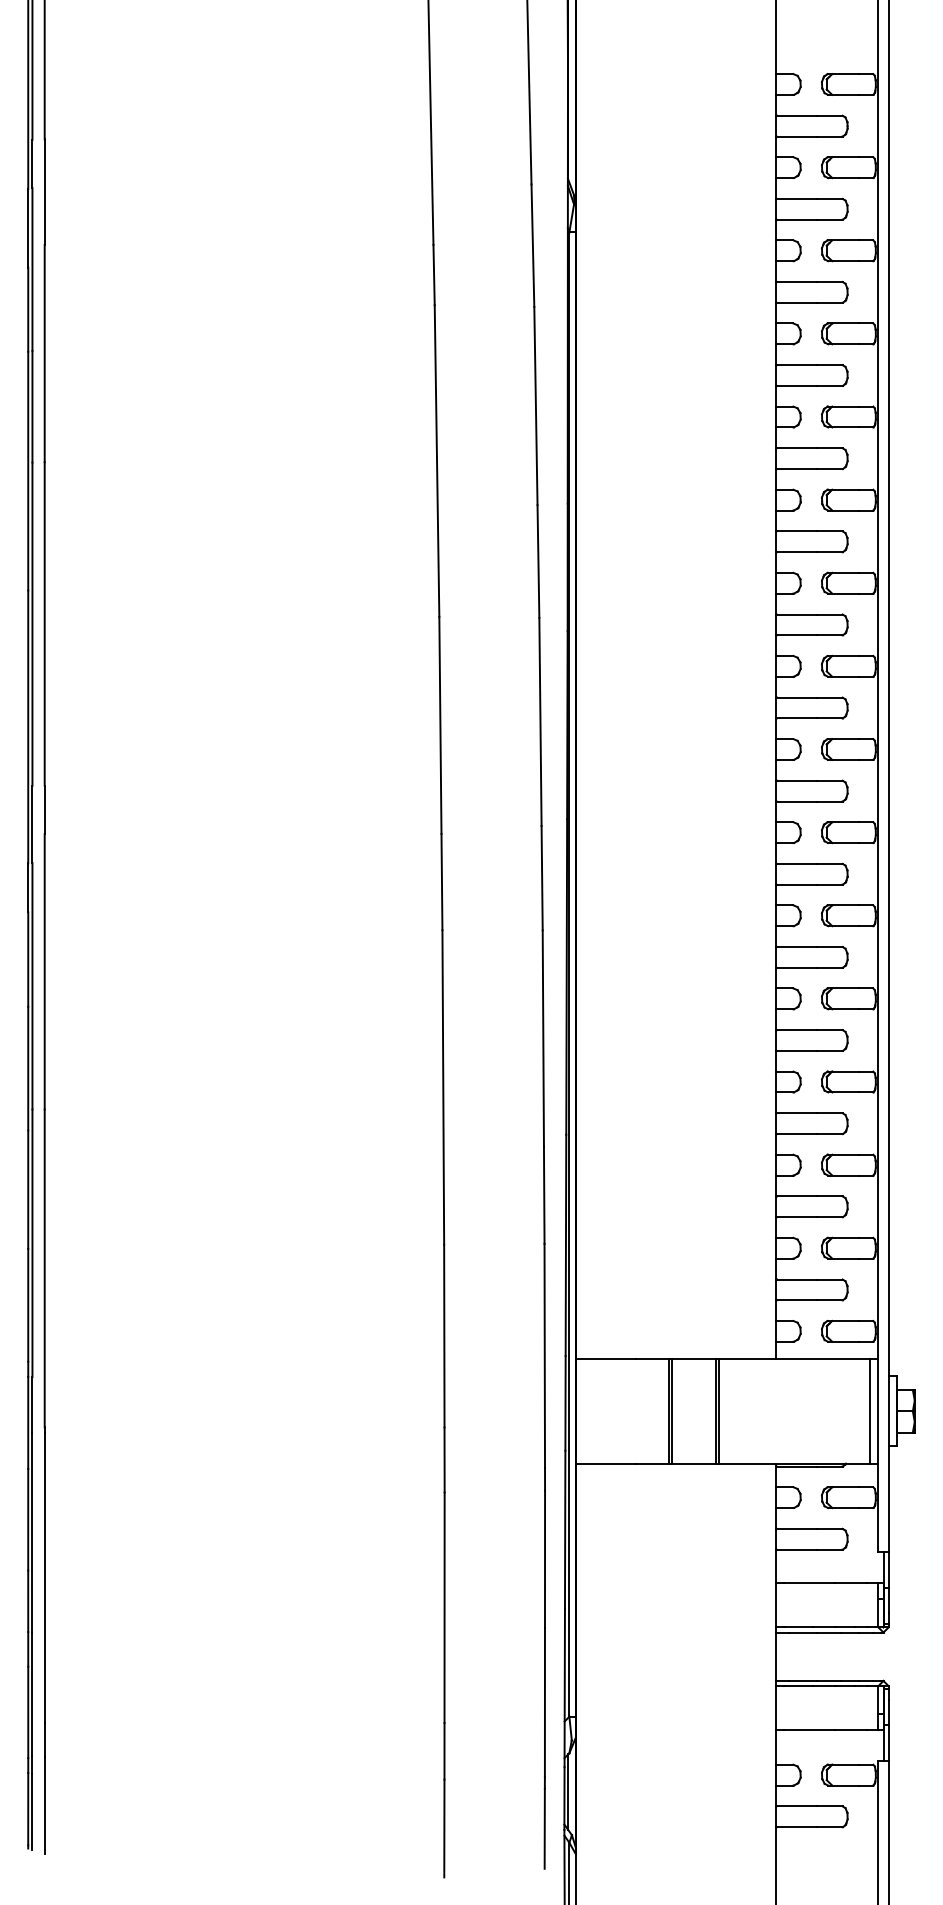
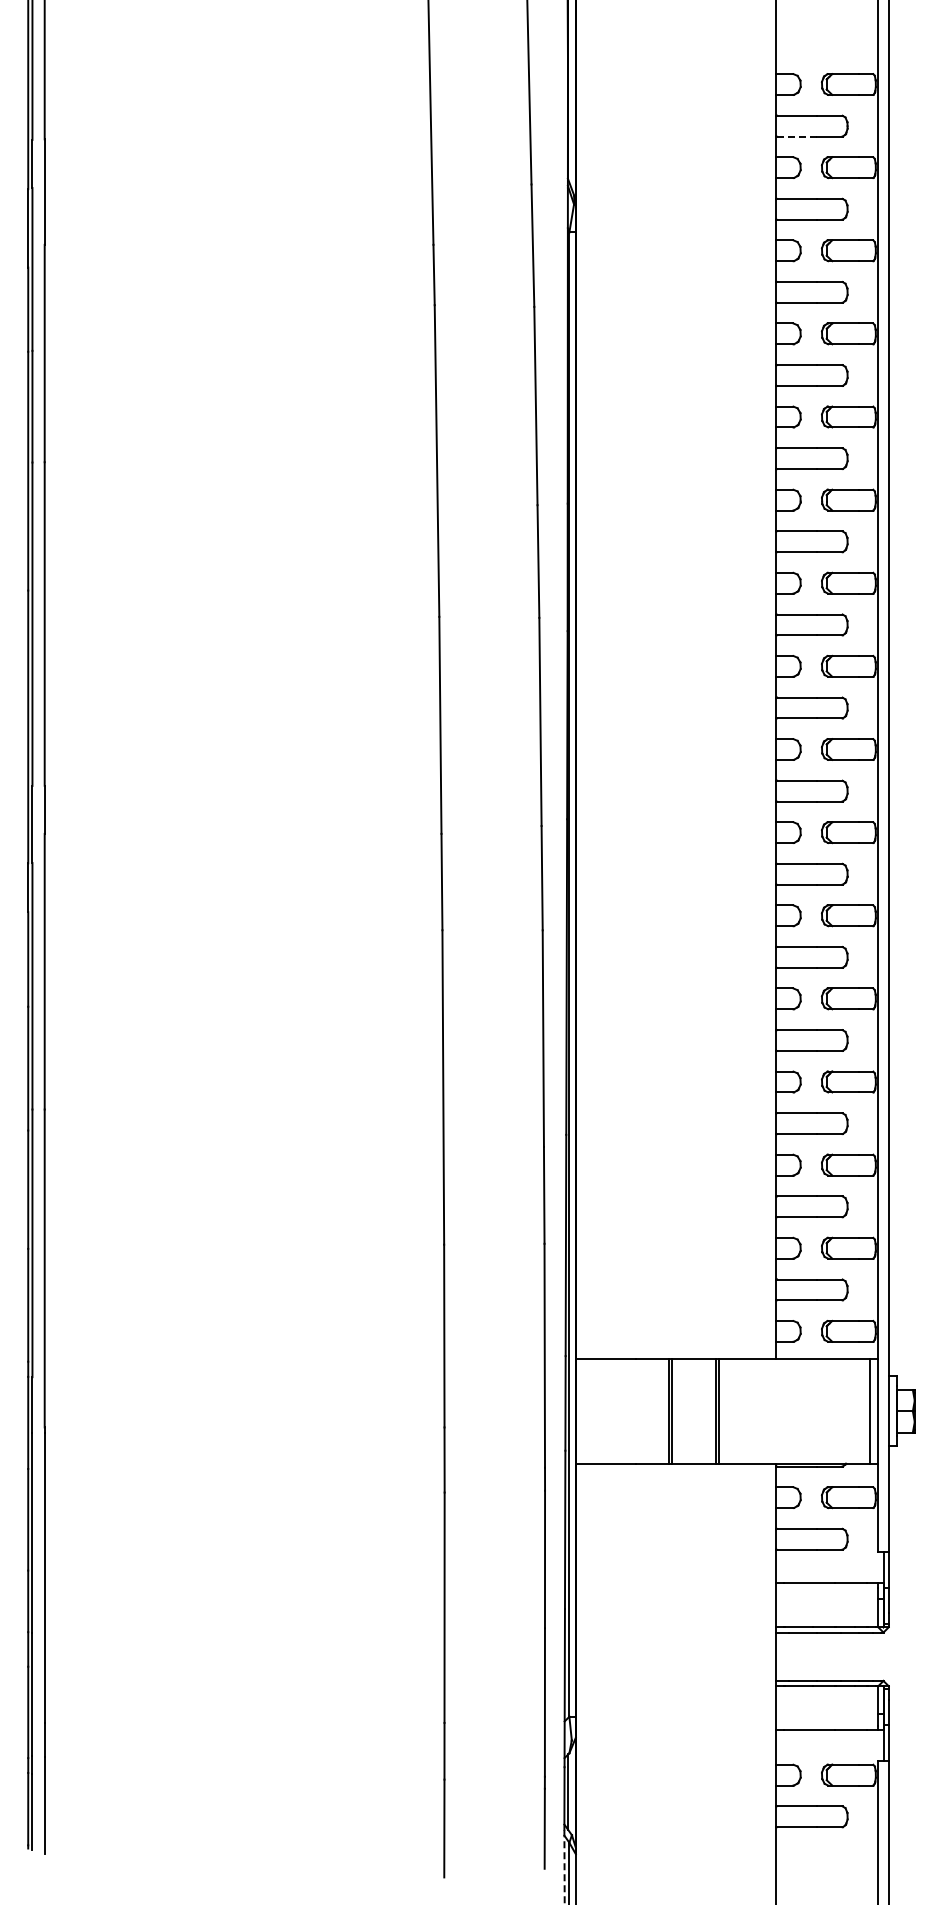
line at (796, 136): solid -> dashed
line at (564, 1866): solid -> dashed
